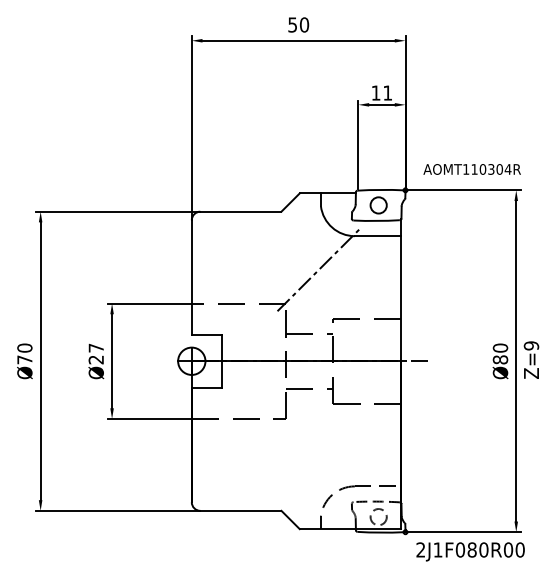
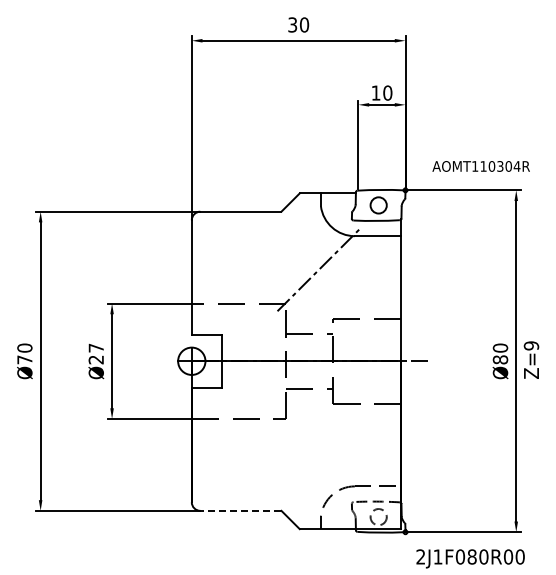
text at (292, 24): 50 -> 30
text at (387, 92): 11 -> 10
text at (471, 169) position: (471, 169) -> (480, 166)
line at (240, 510): solid -> dashed
text at (470, 551) position: (470, 551) -> (470, 558)
